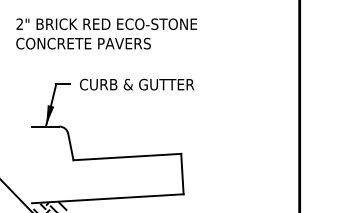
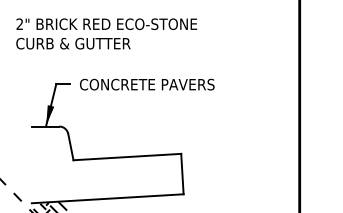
text at (88, 43): CONCRETE PAVERS -> CURB & GUTTER
text at (151, 84): CURB & GUTTER -> CONCRETE PAVERS
line at (16, 196): solid -> dashed
